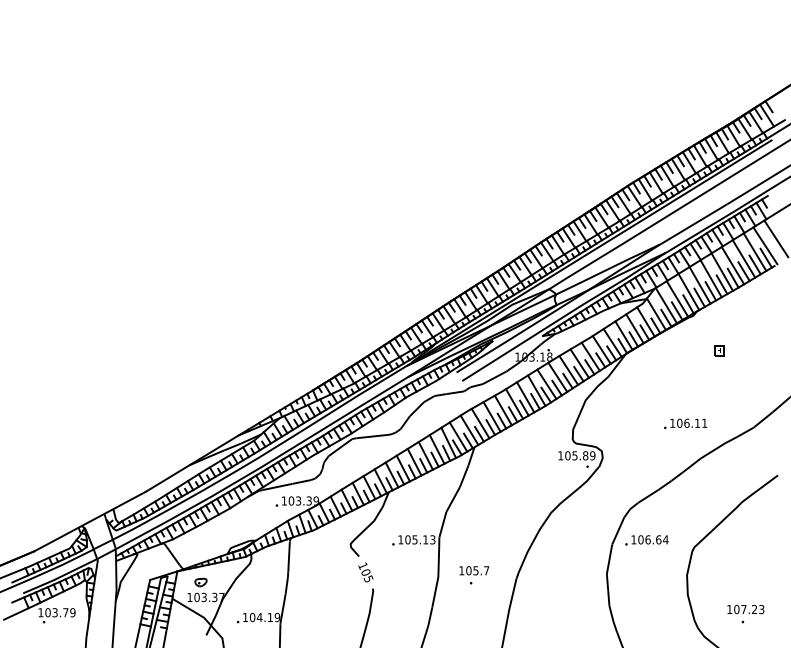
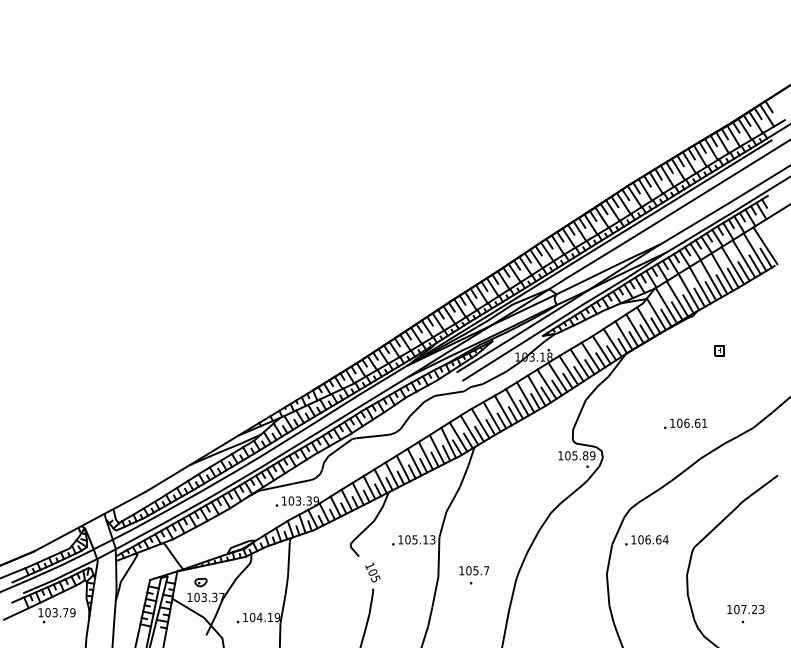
line at (775, 238): present -> none
text at (697, 422): 106.11 -> 106.61
text at (365, 572) position: (365, 572) -> (372, 572)
